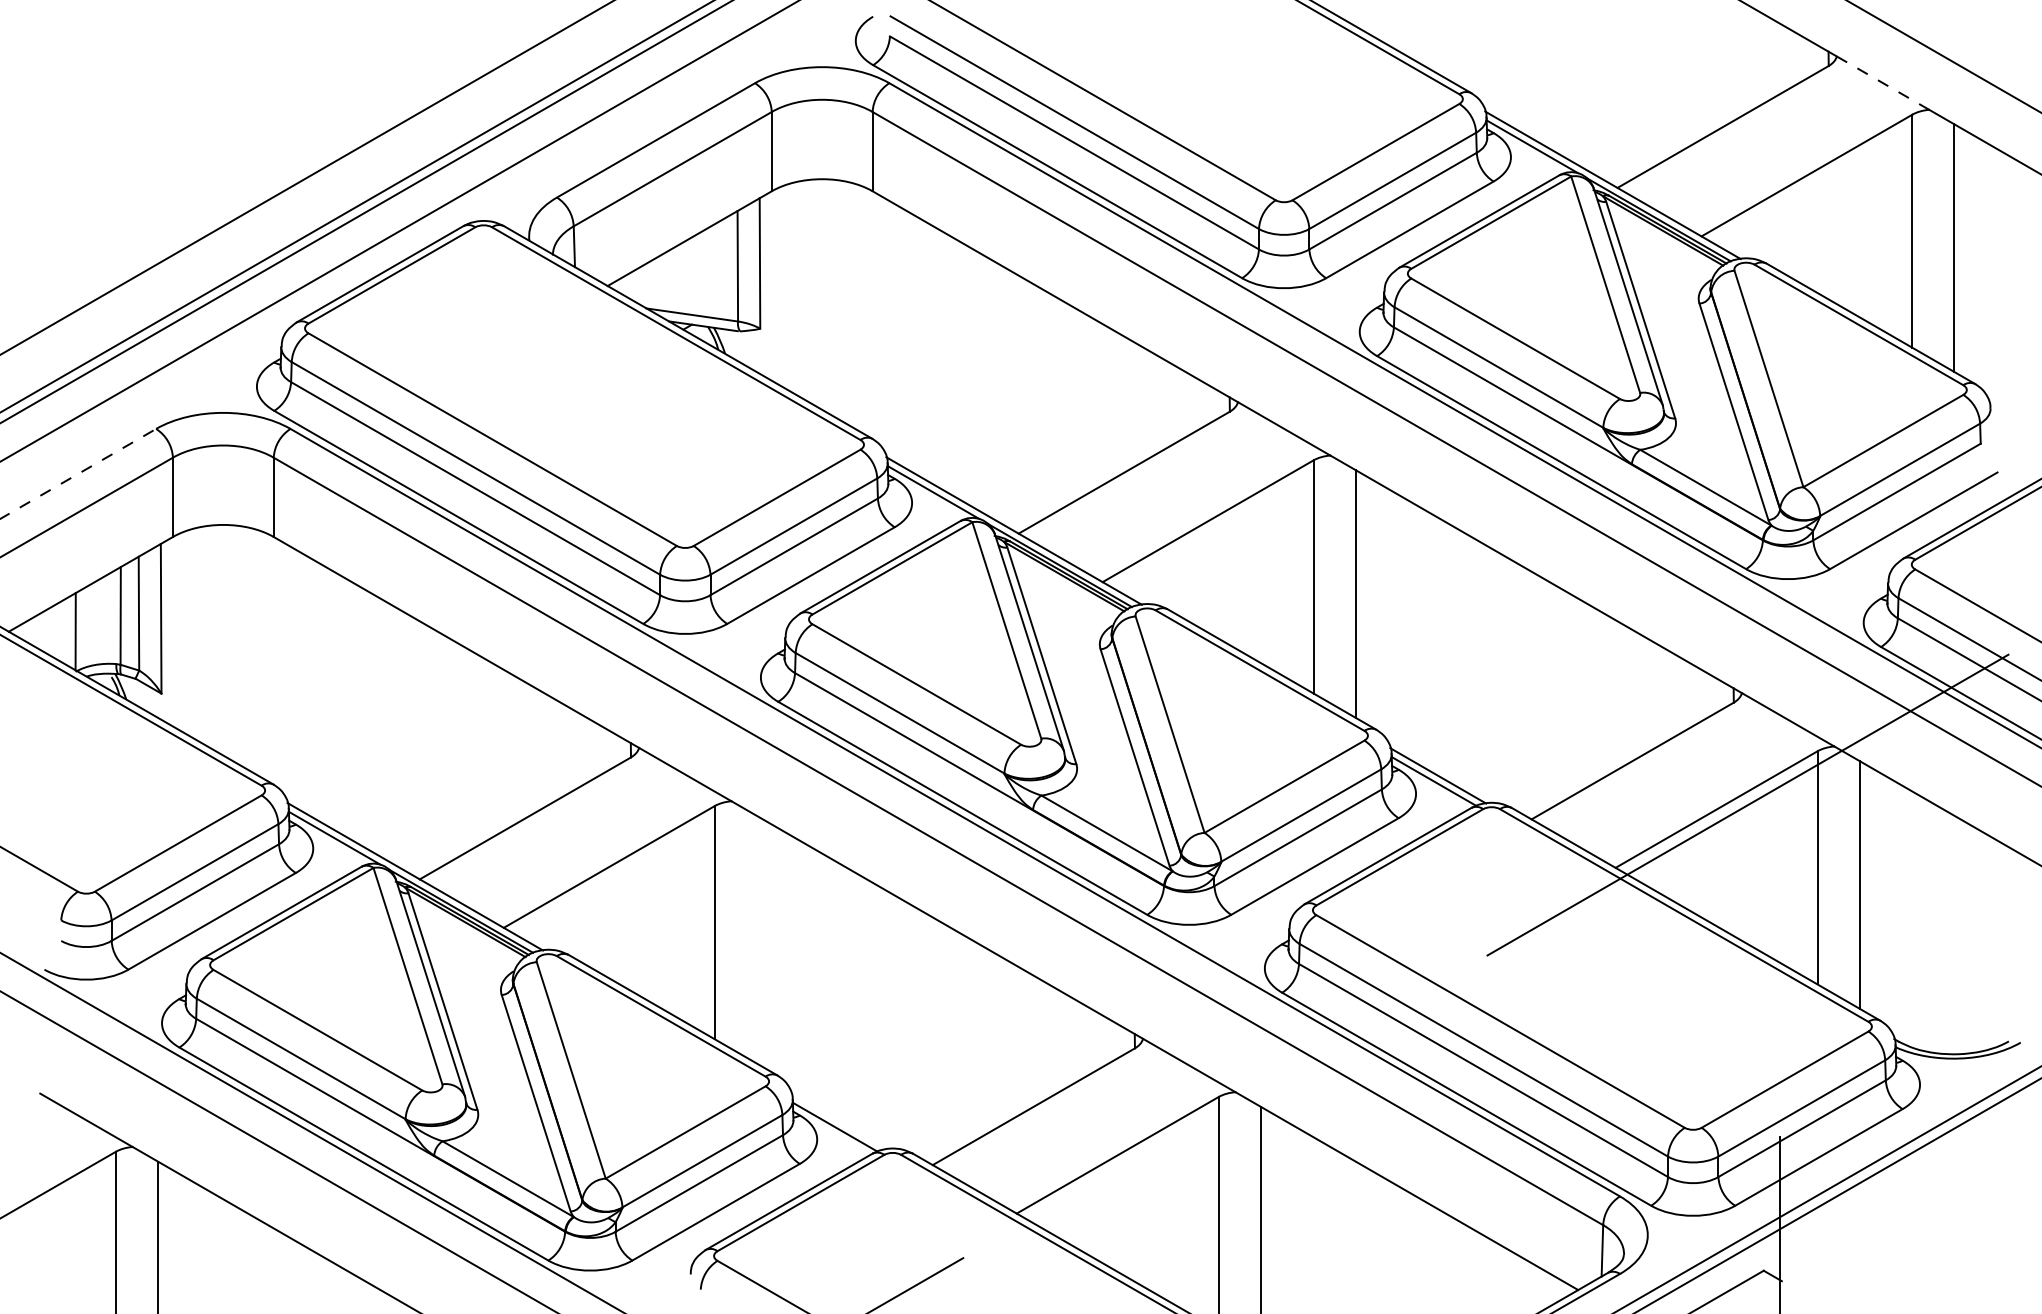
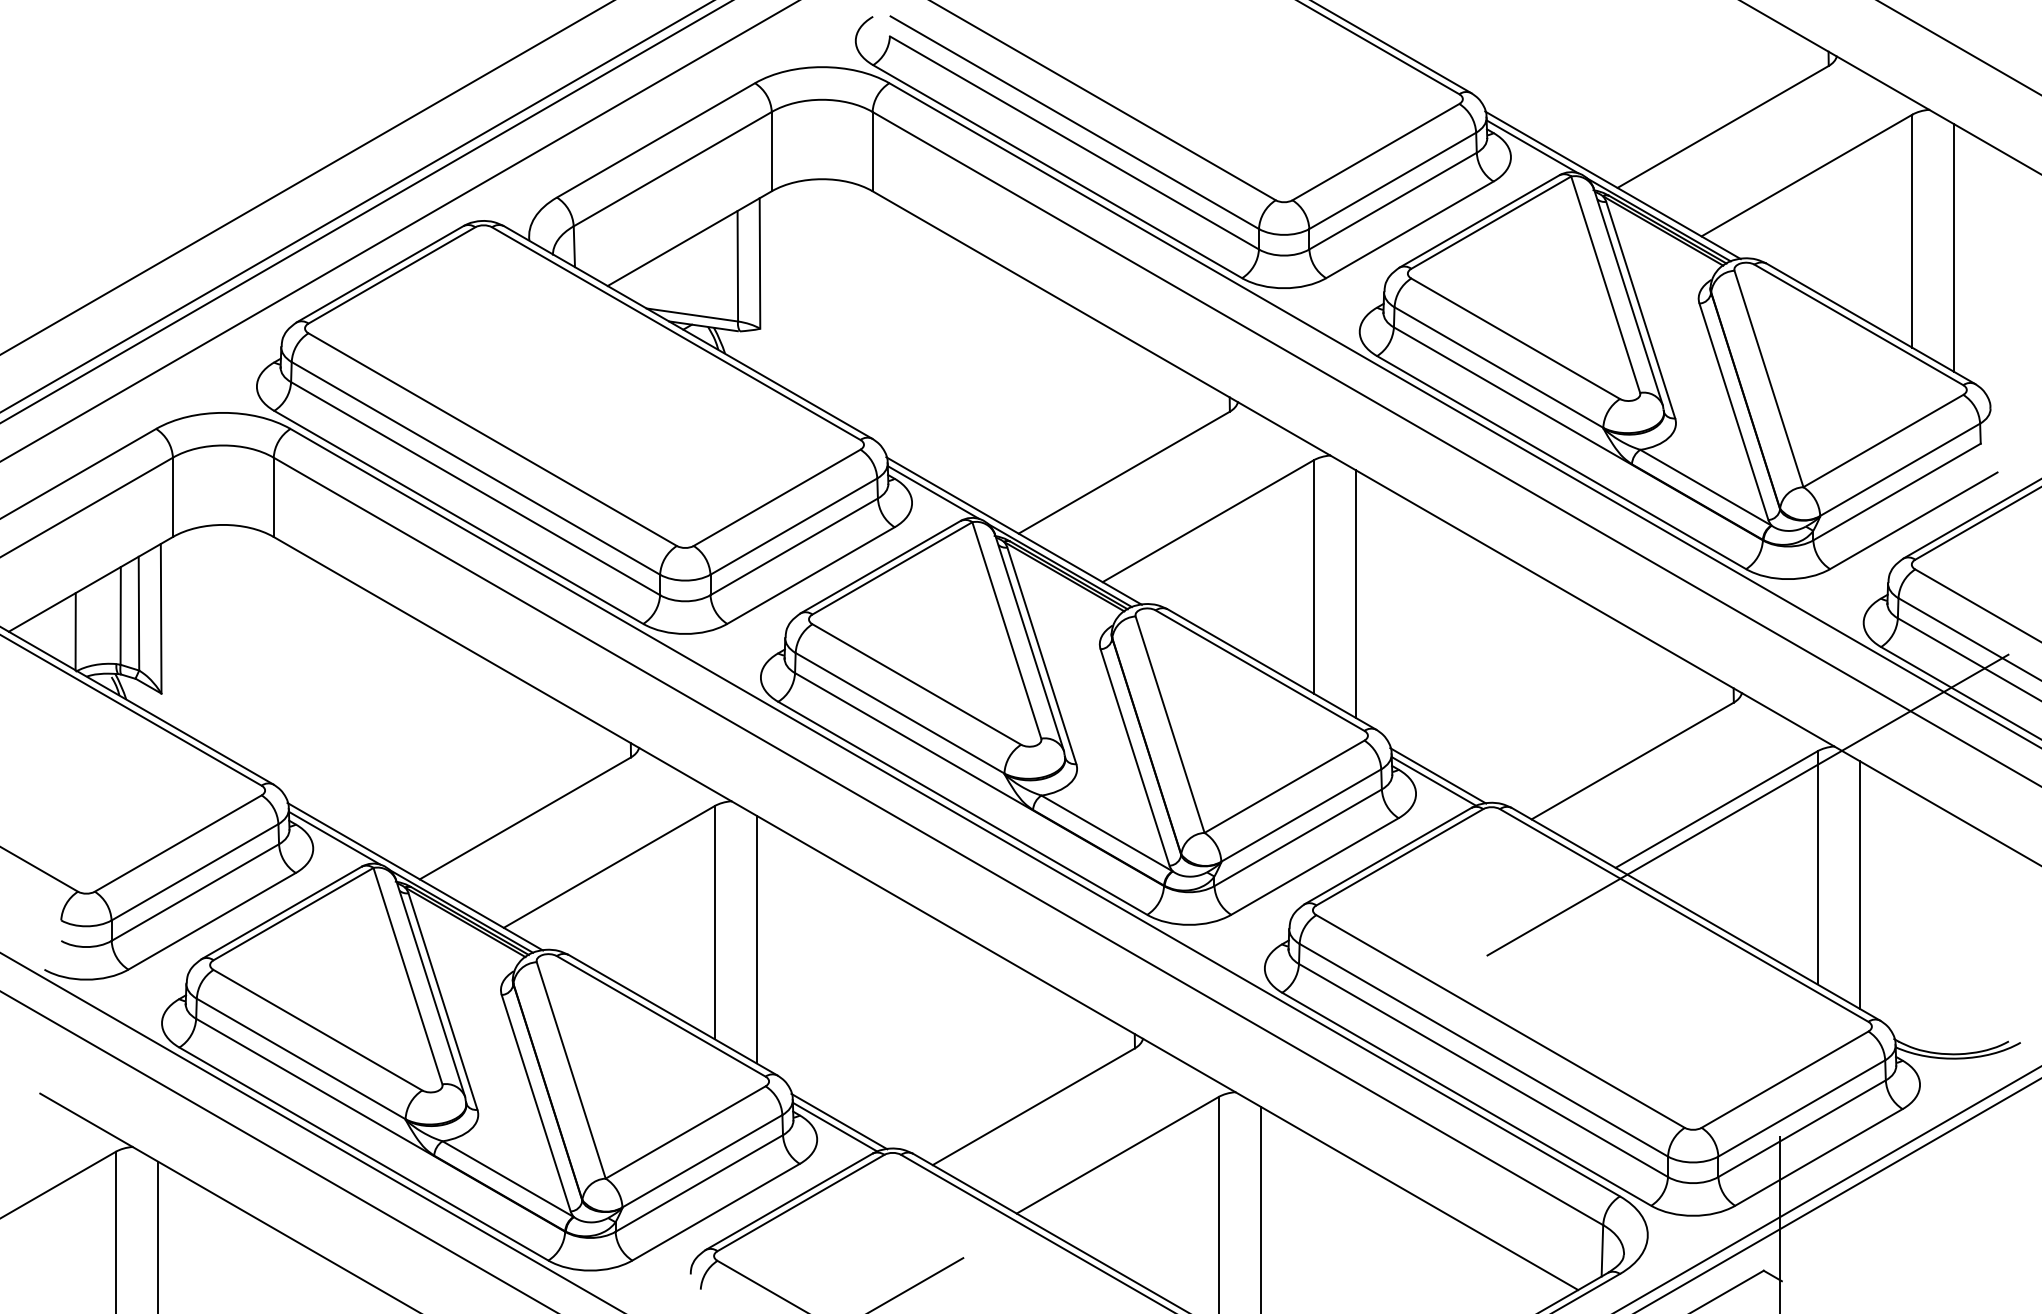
line at (1943, 56) position: (1943, 56) -> (1959, 47)
line at (1883, 83): dashed -> solid
line at (78, 473): dashed -> solid
line at (756, 939): none -> present
line at (839, 1121): none -> present
